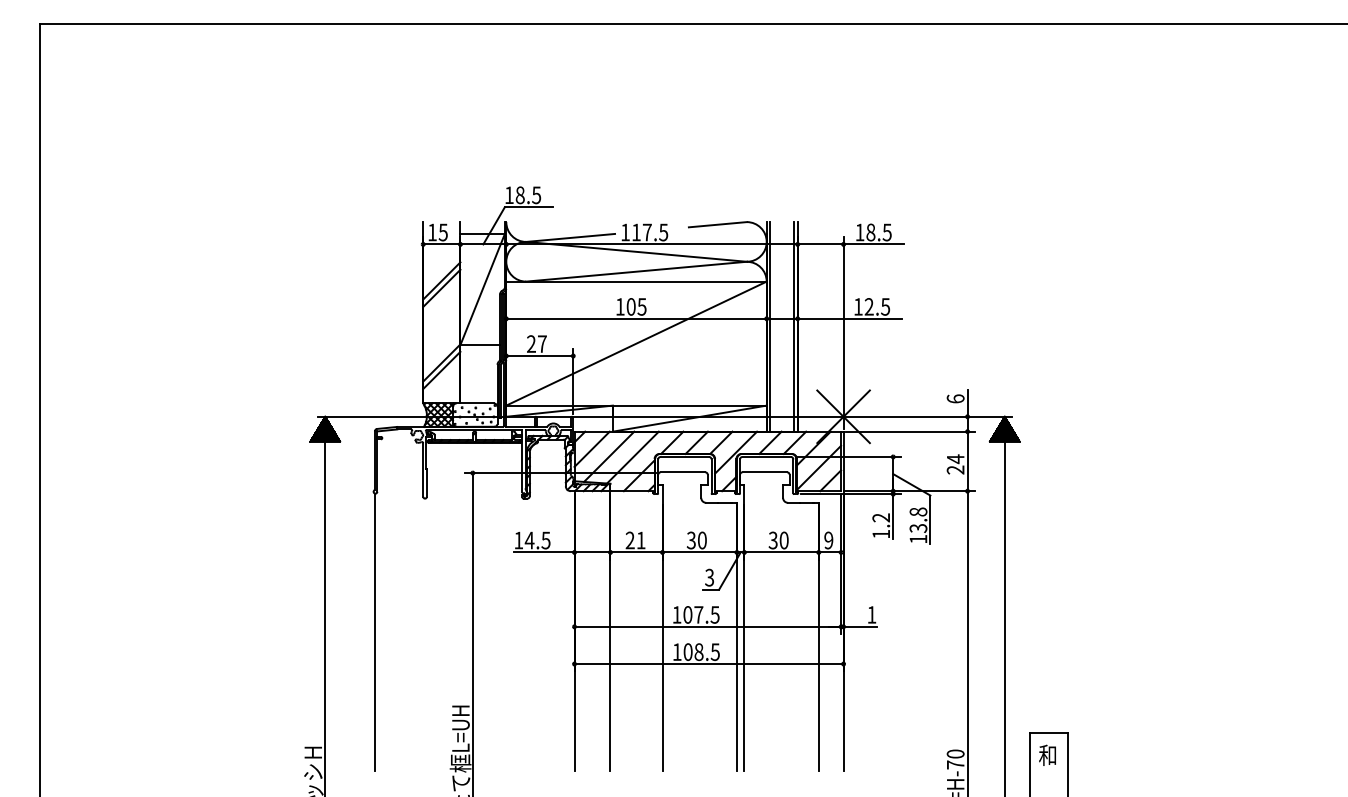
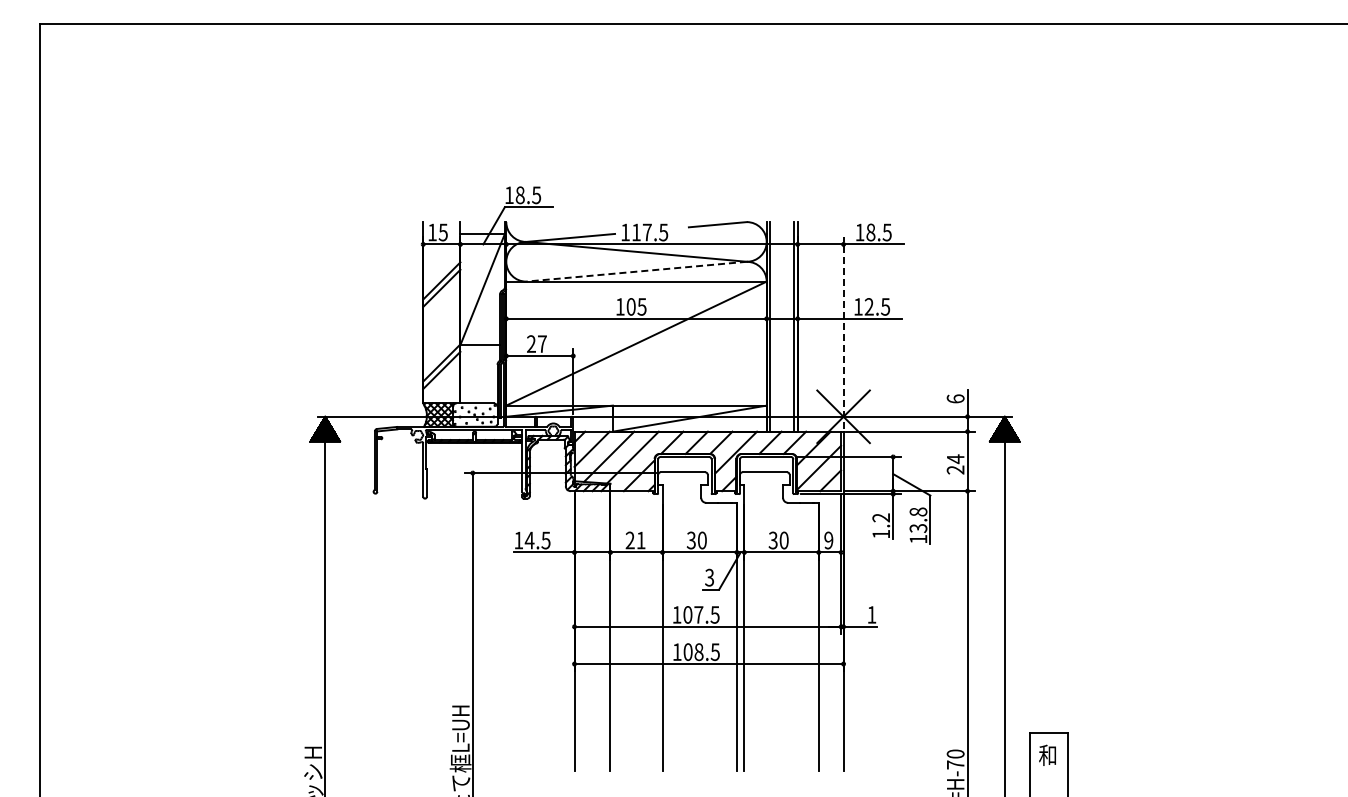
line at (636, 271): solid -> dashed
line at (843, 332): solid -> dashed
line at (374, 631): present -> none
